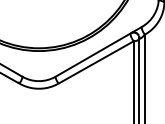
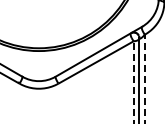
line at (144, 78): solid -> dashed
line at (133, 82): solid -> dashed
